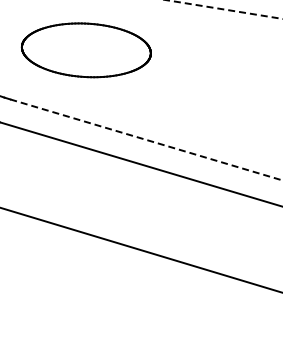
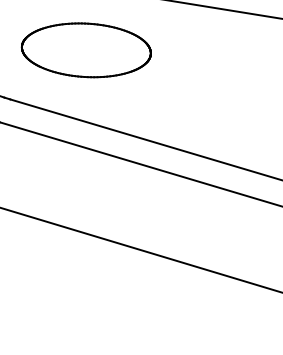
line at (224, 9): dashed -> solid
line at (146, 139): dashed -> solid
